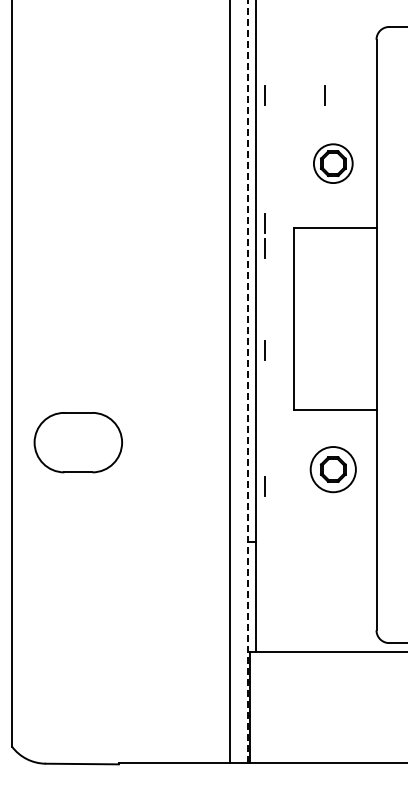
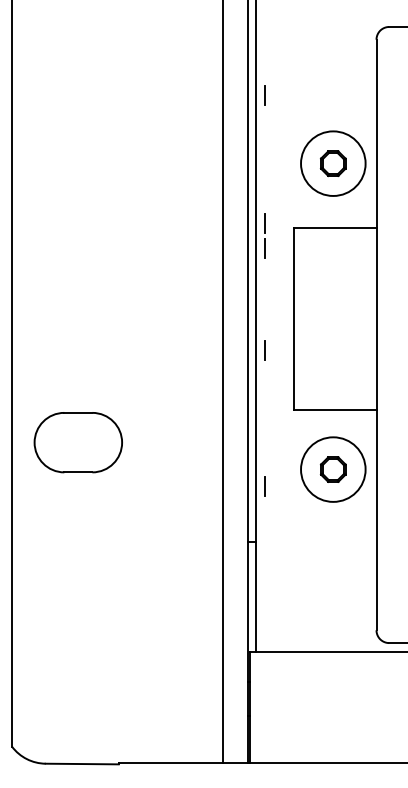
line at (324, 95): present -> none
circle at (332, 163) diameter: 39 px -> 65 px
line at (248, 381): dashed -> solid
line at (229, 382) position: (229, 382) -> (222, 382)
circle at (332, 469) diameter: 45 px -> 65 px
